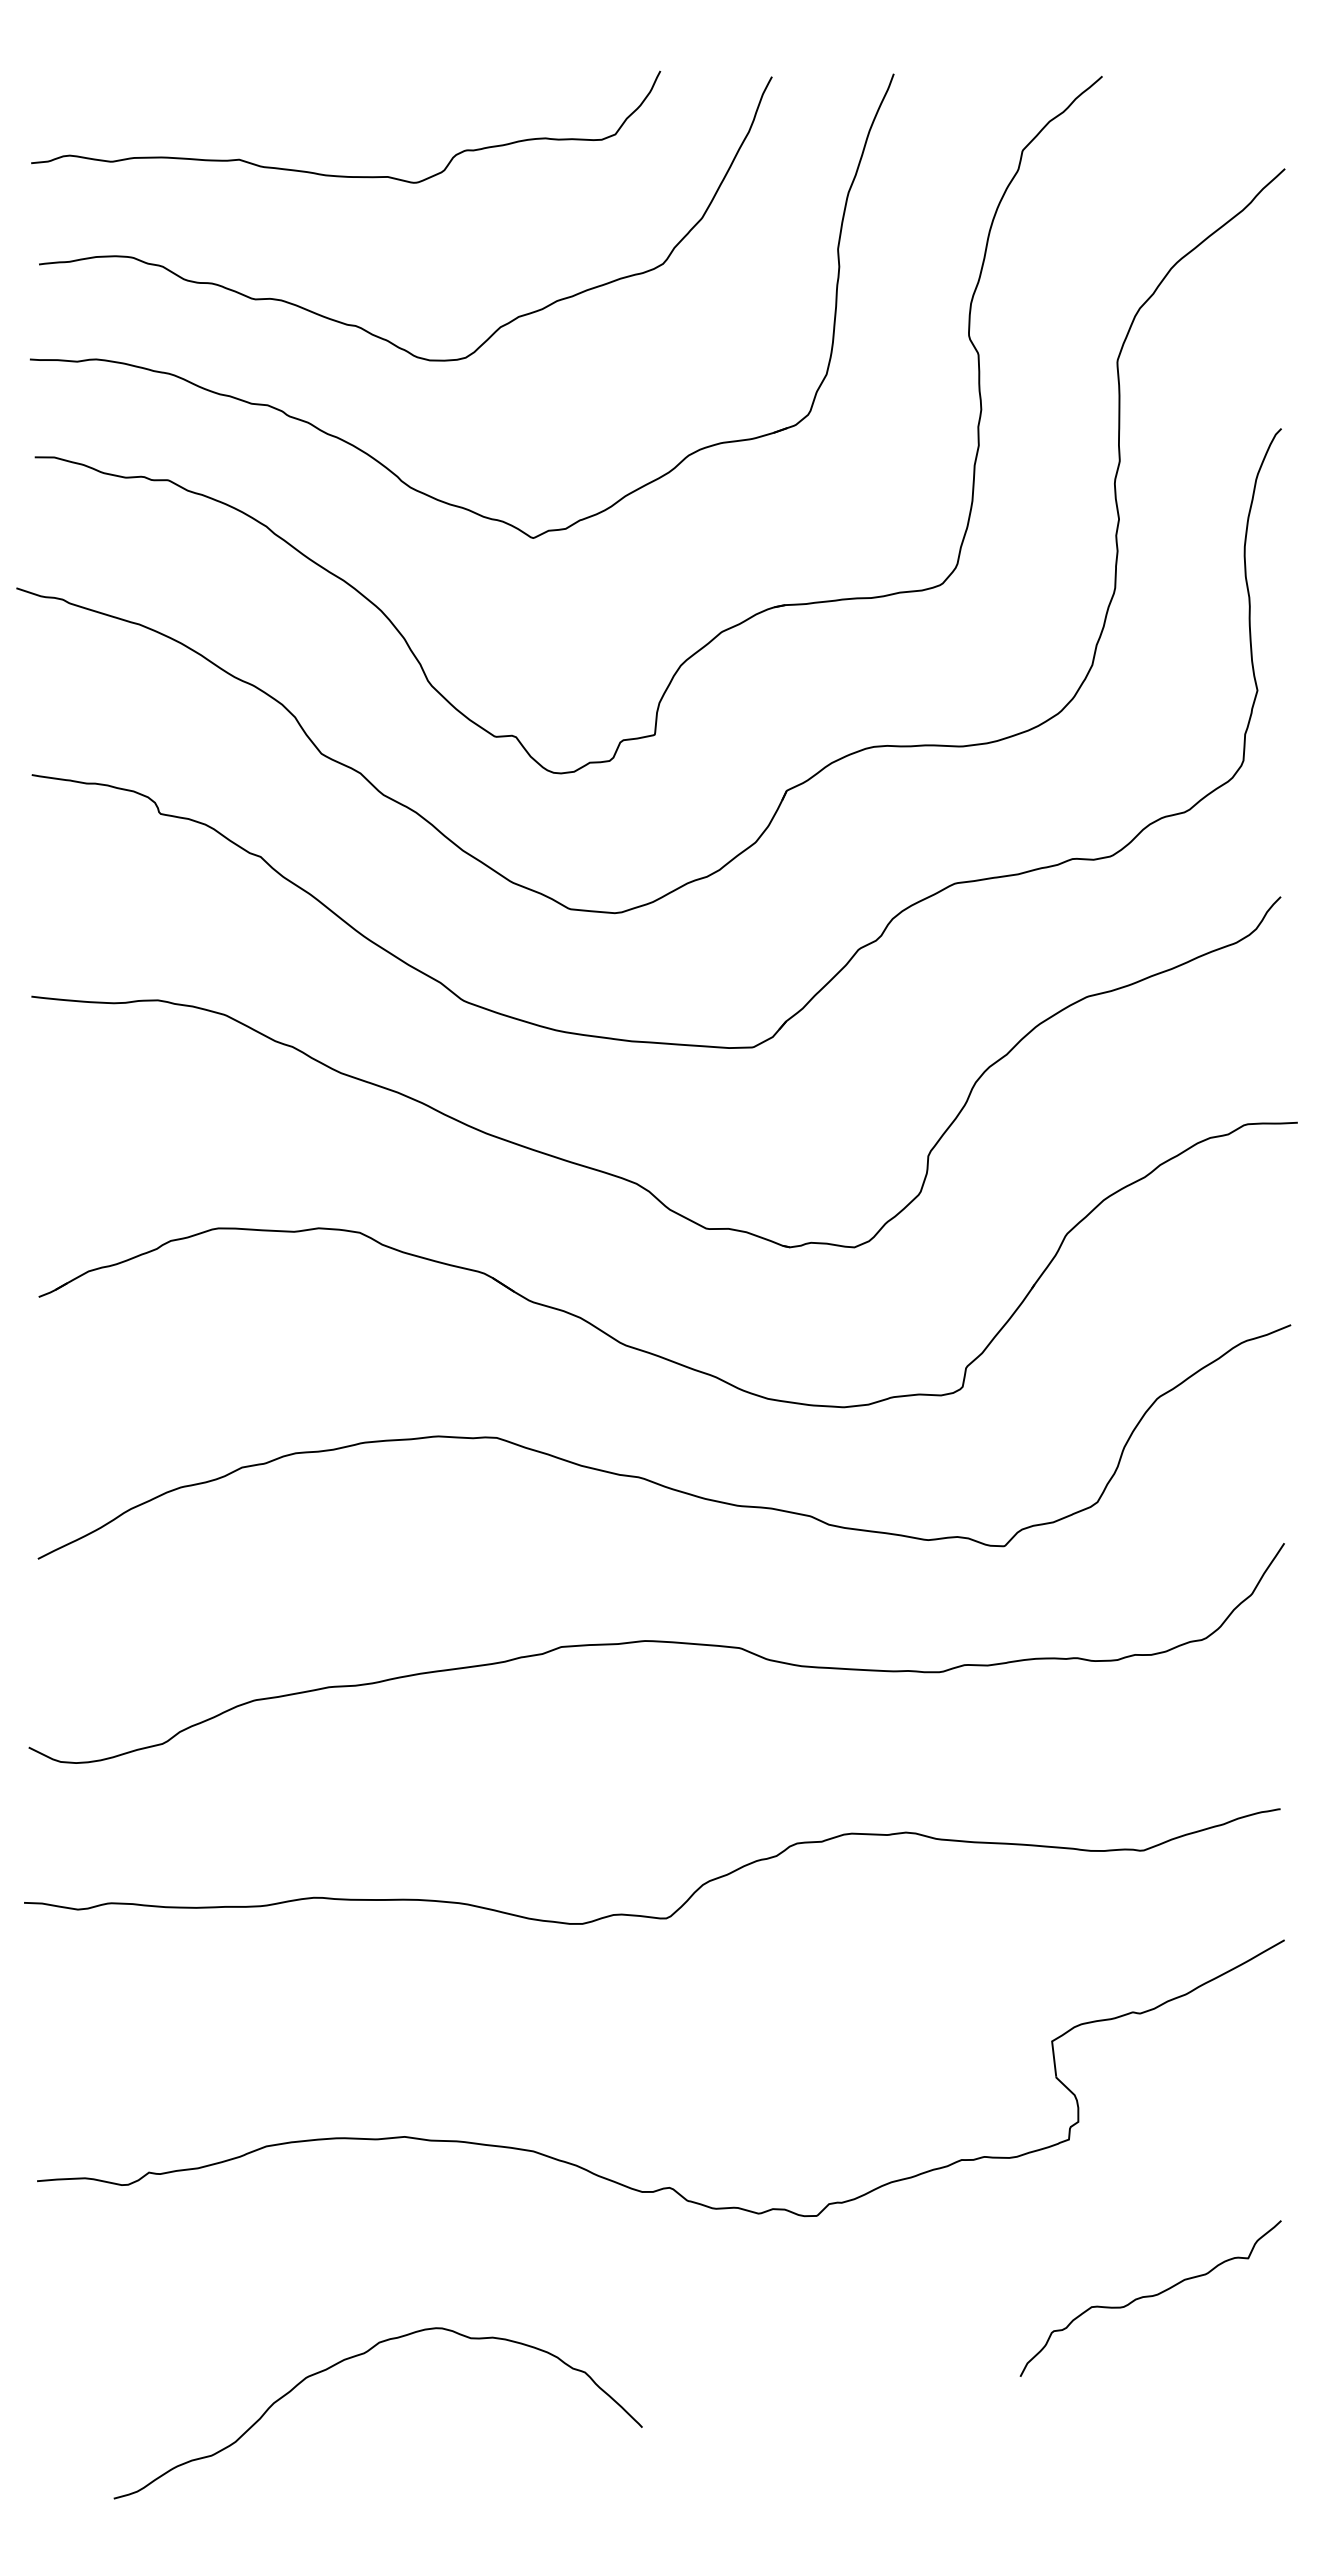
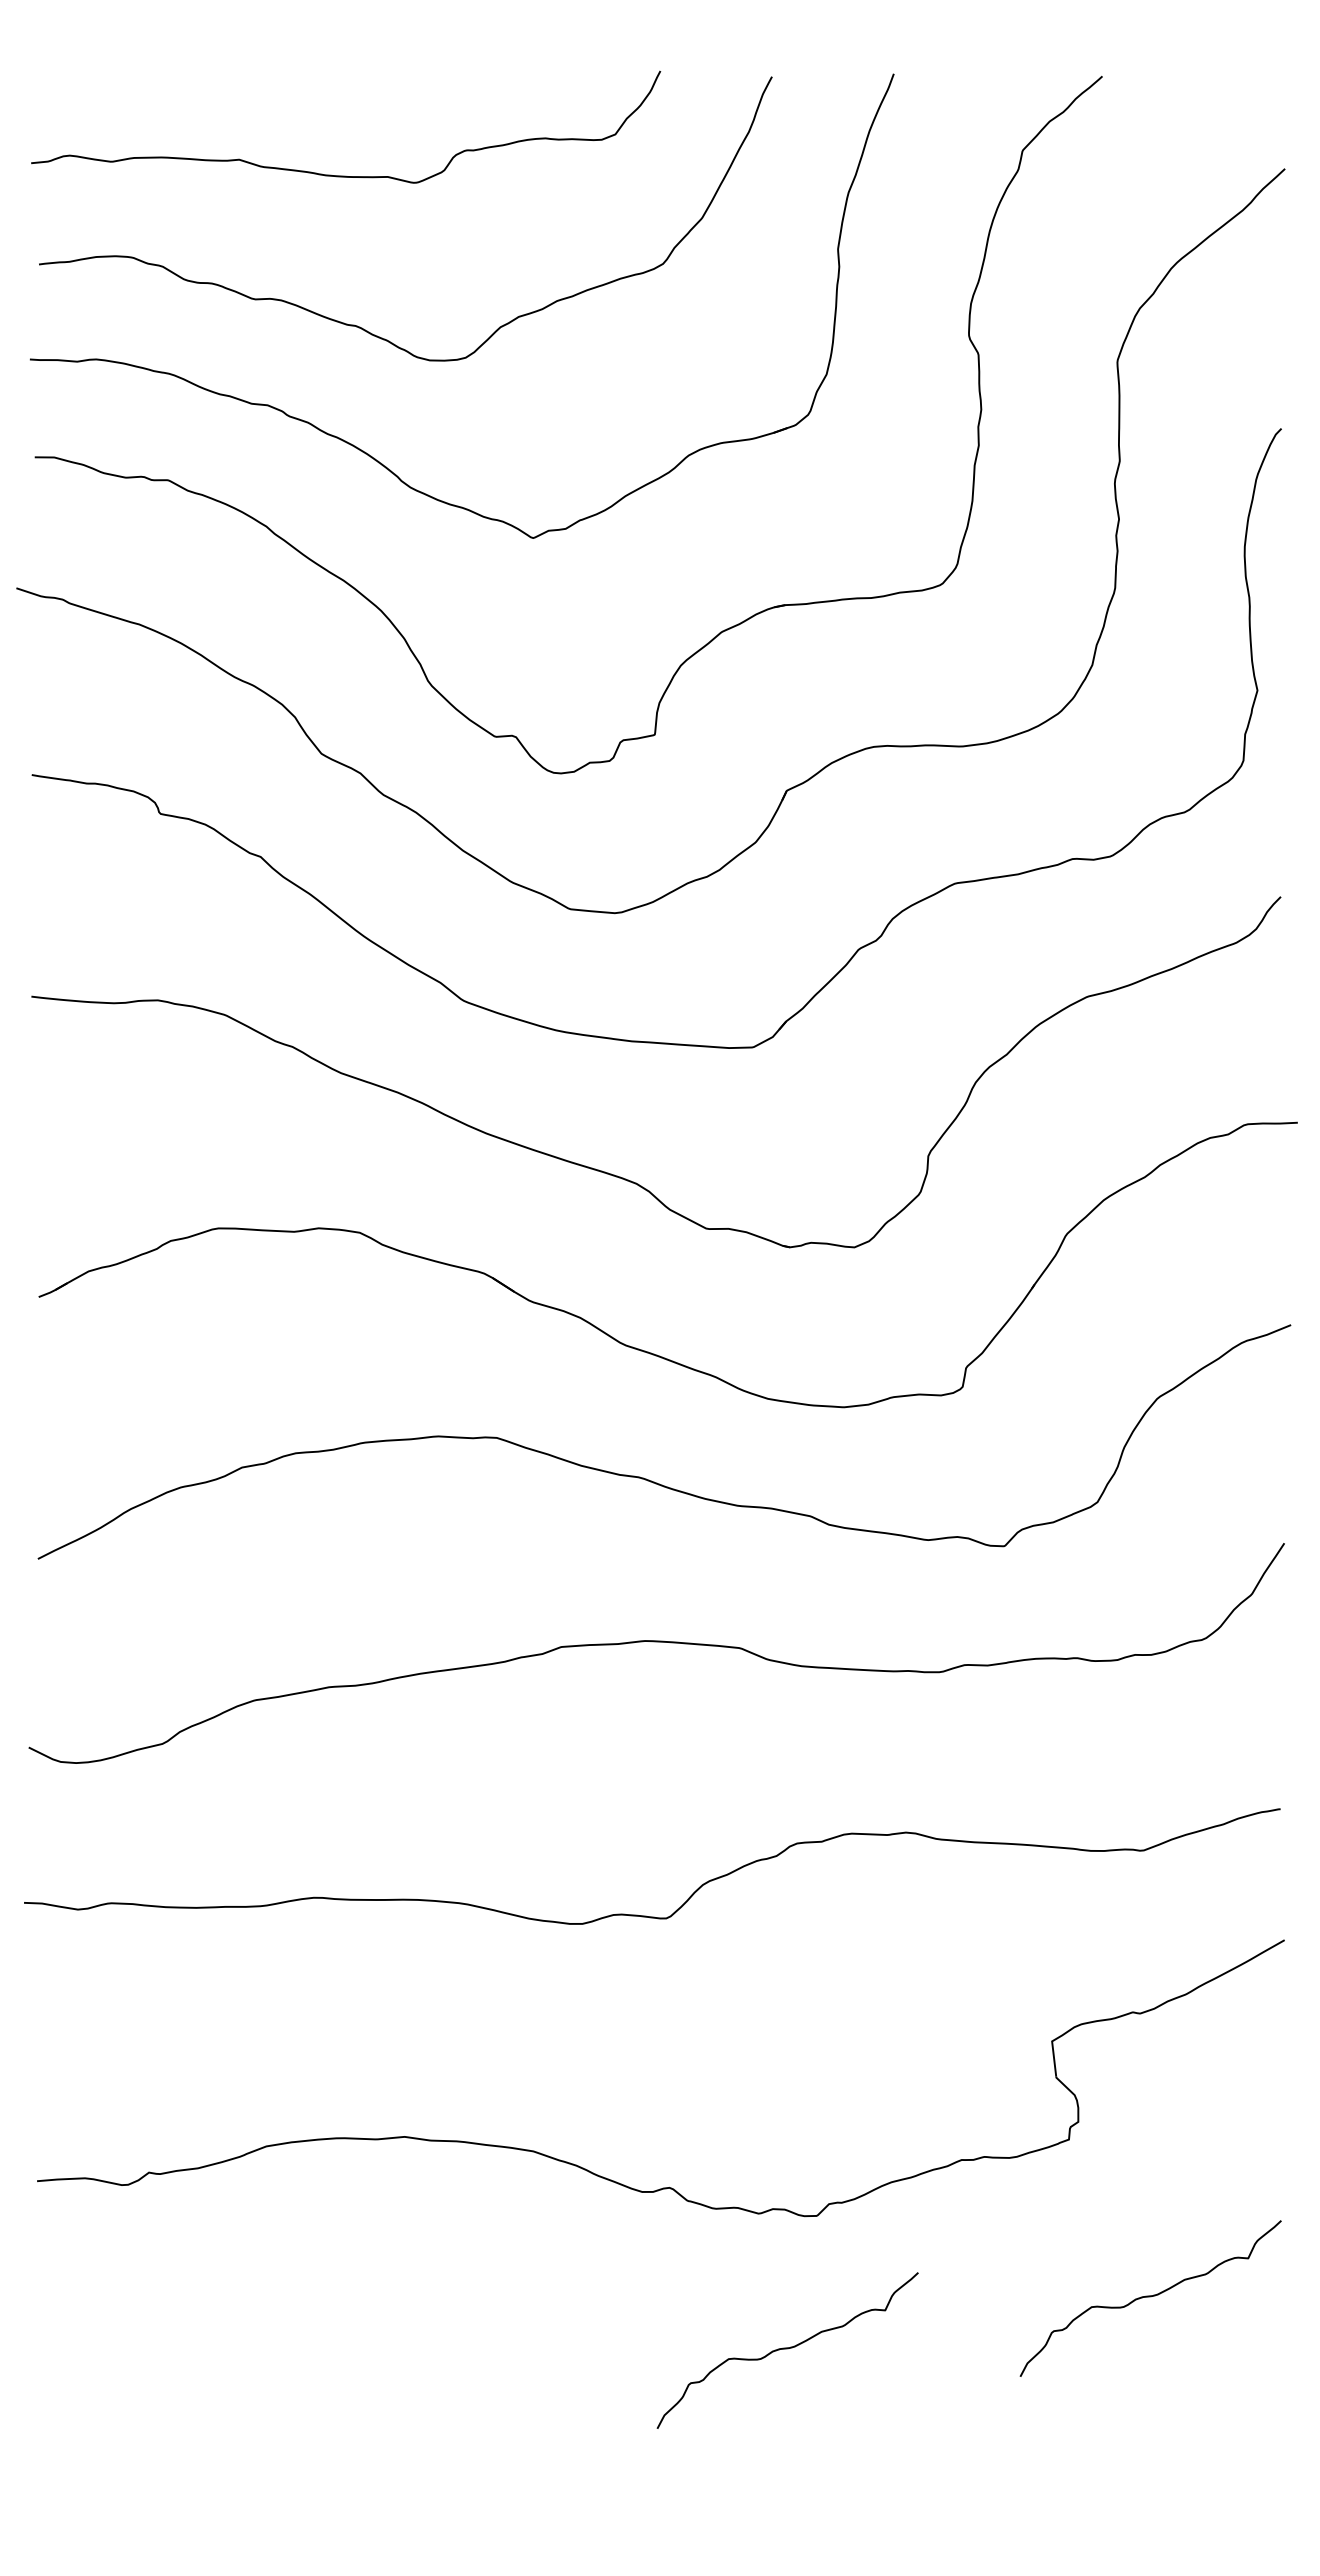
curve at (787, 2349): none -> present
curve at (361, 2355): present -> none
